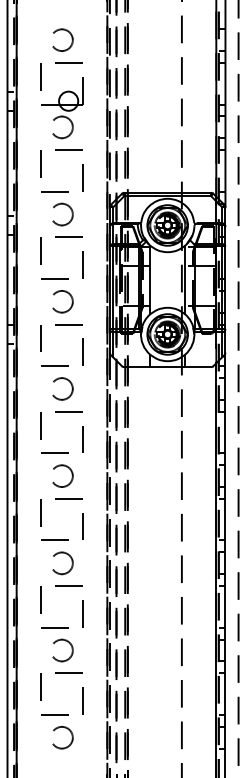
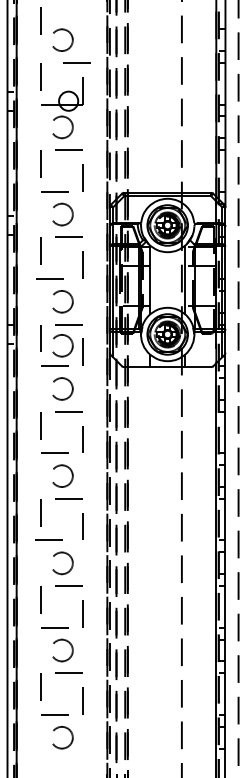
line at (40, 20): none -> present
line at (68, 62) position: (68, 62) -> (76, 62)
line at (54, 278) position: (54, 278) -> (49, 278)
circle at (62, 345): none -> present
line at (54, 539) position: (54, 539) -> (48, 539)
